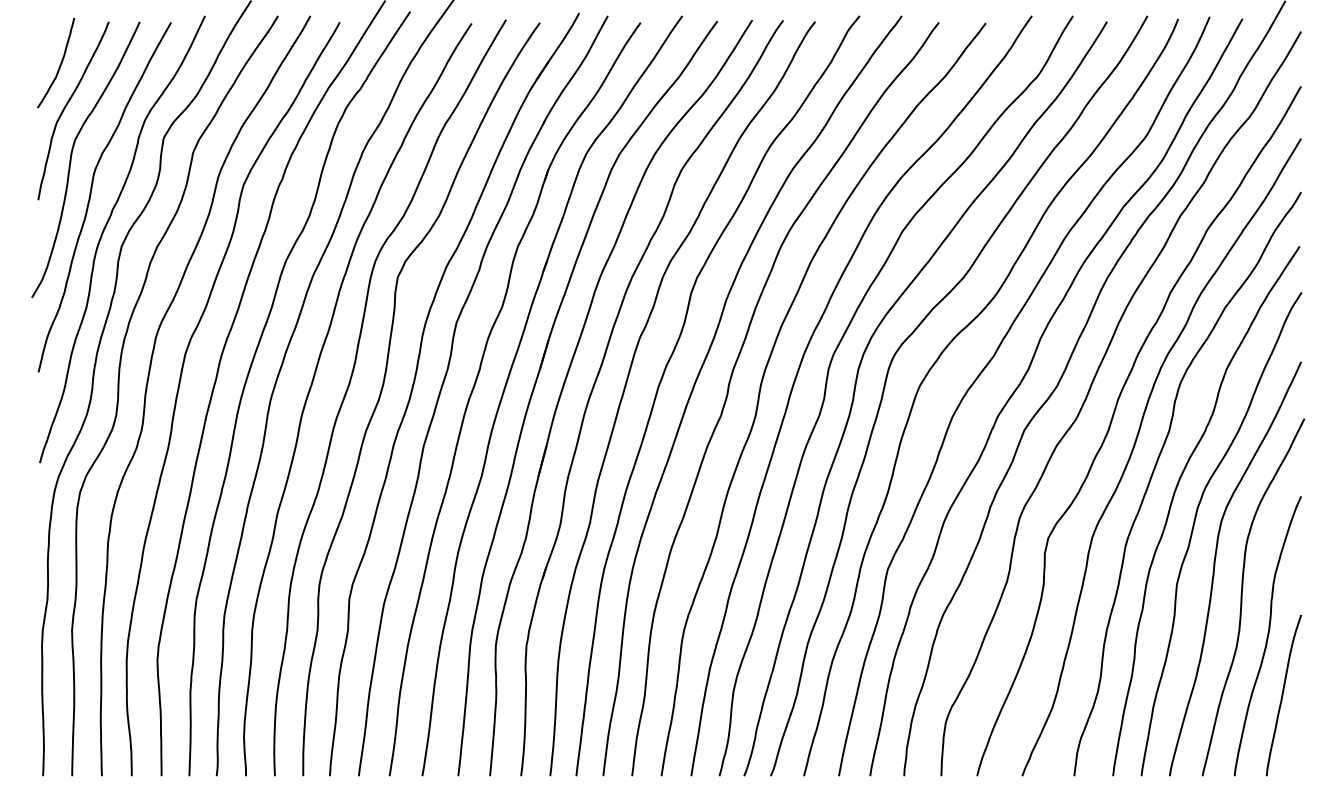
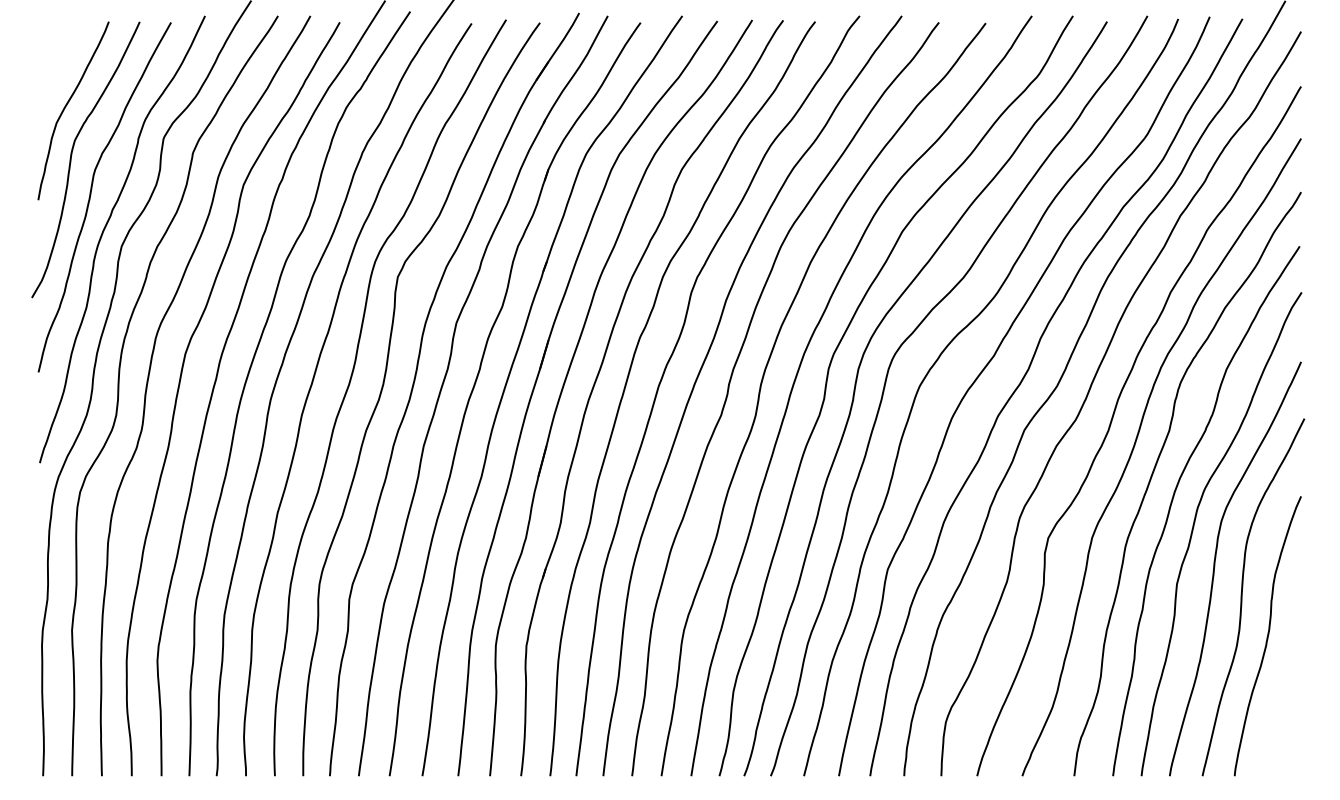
curve at (60, 62): present -> none
curve at (1283, 695): present -> none
